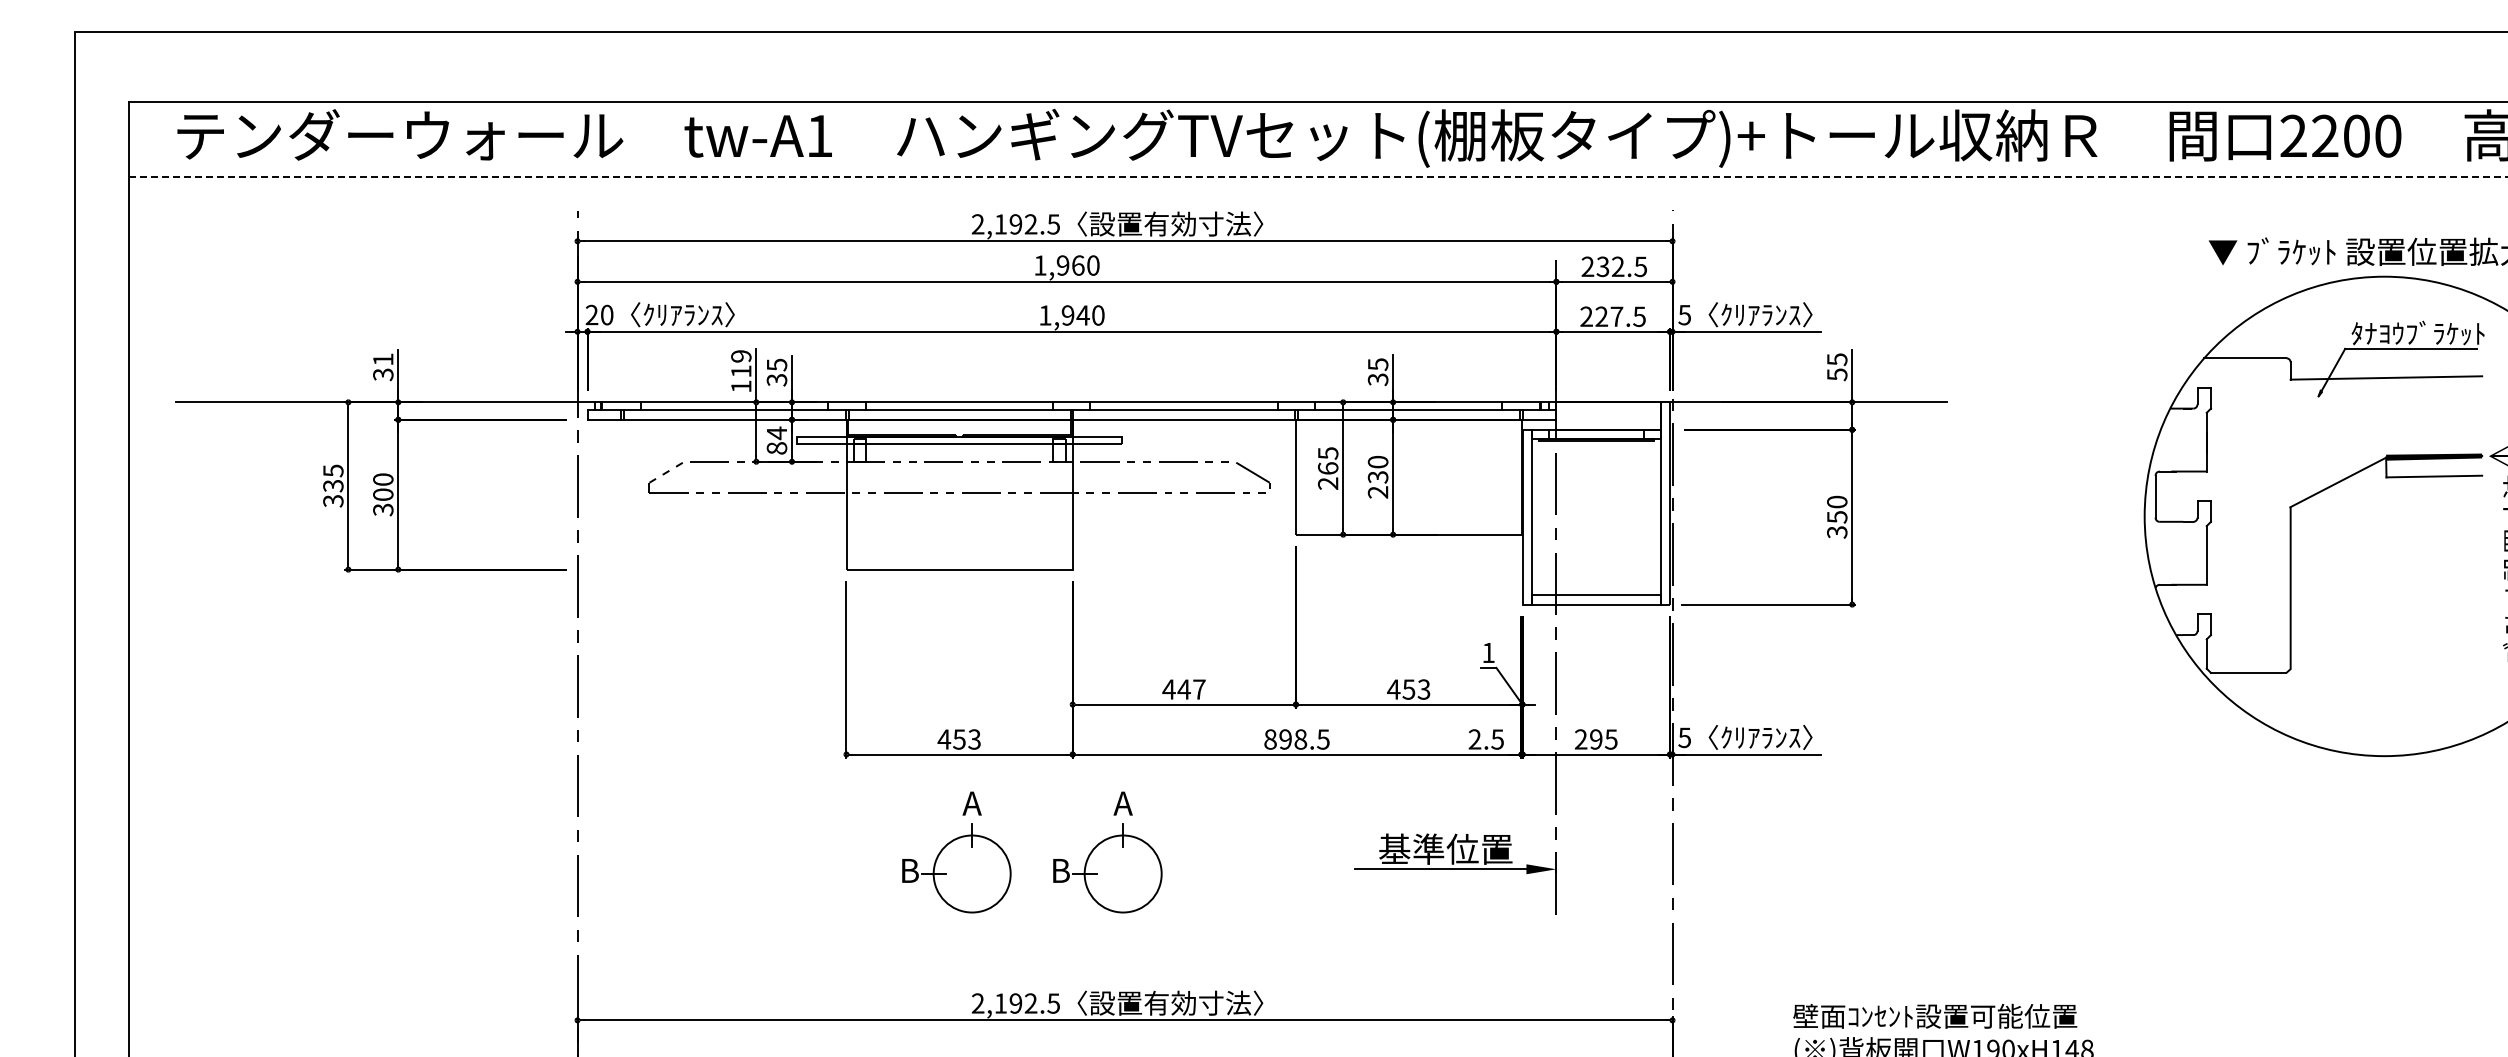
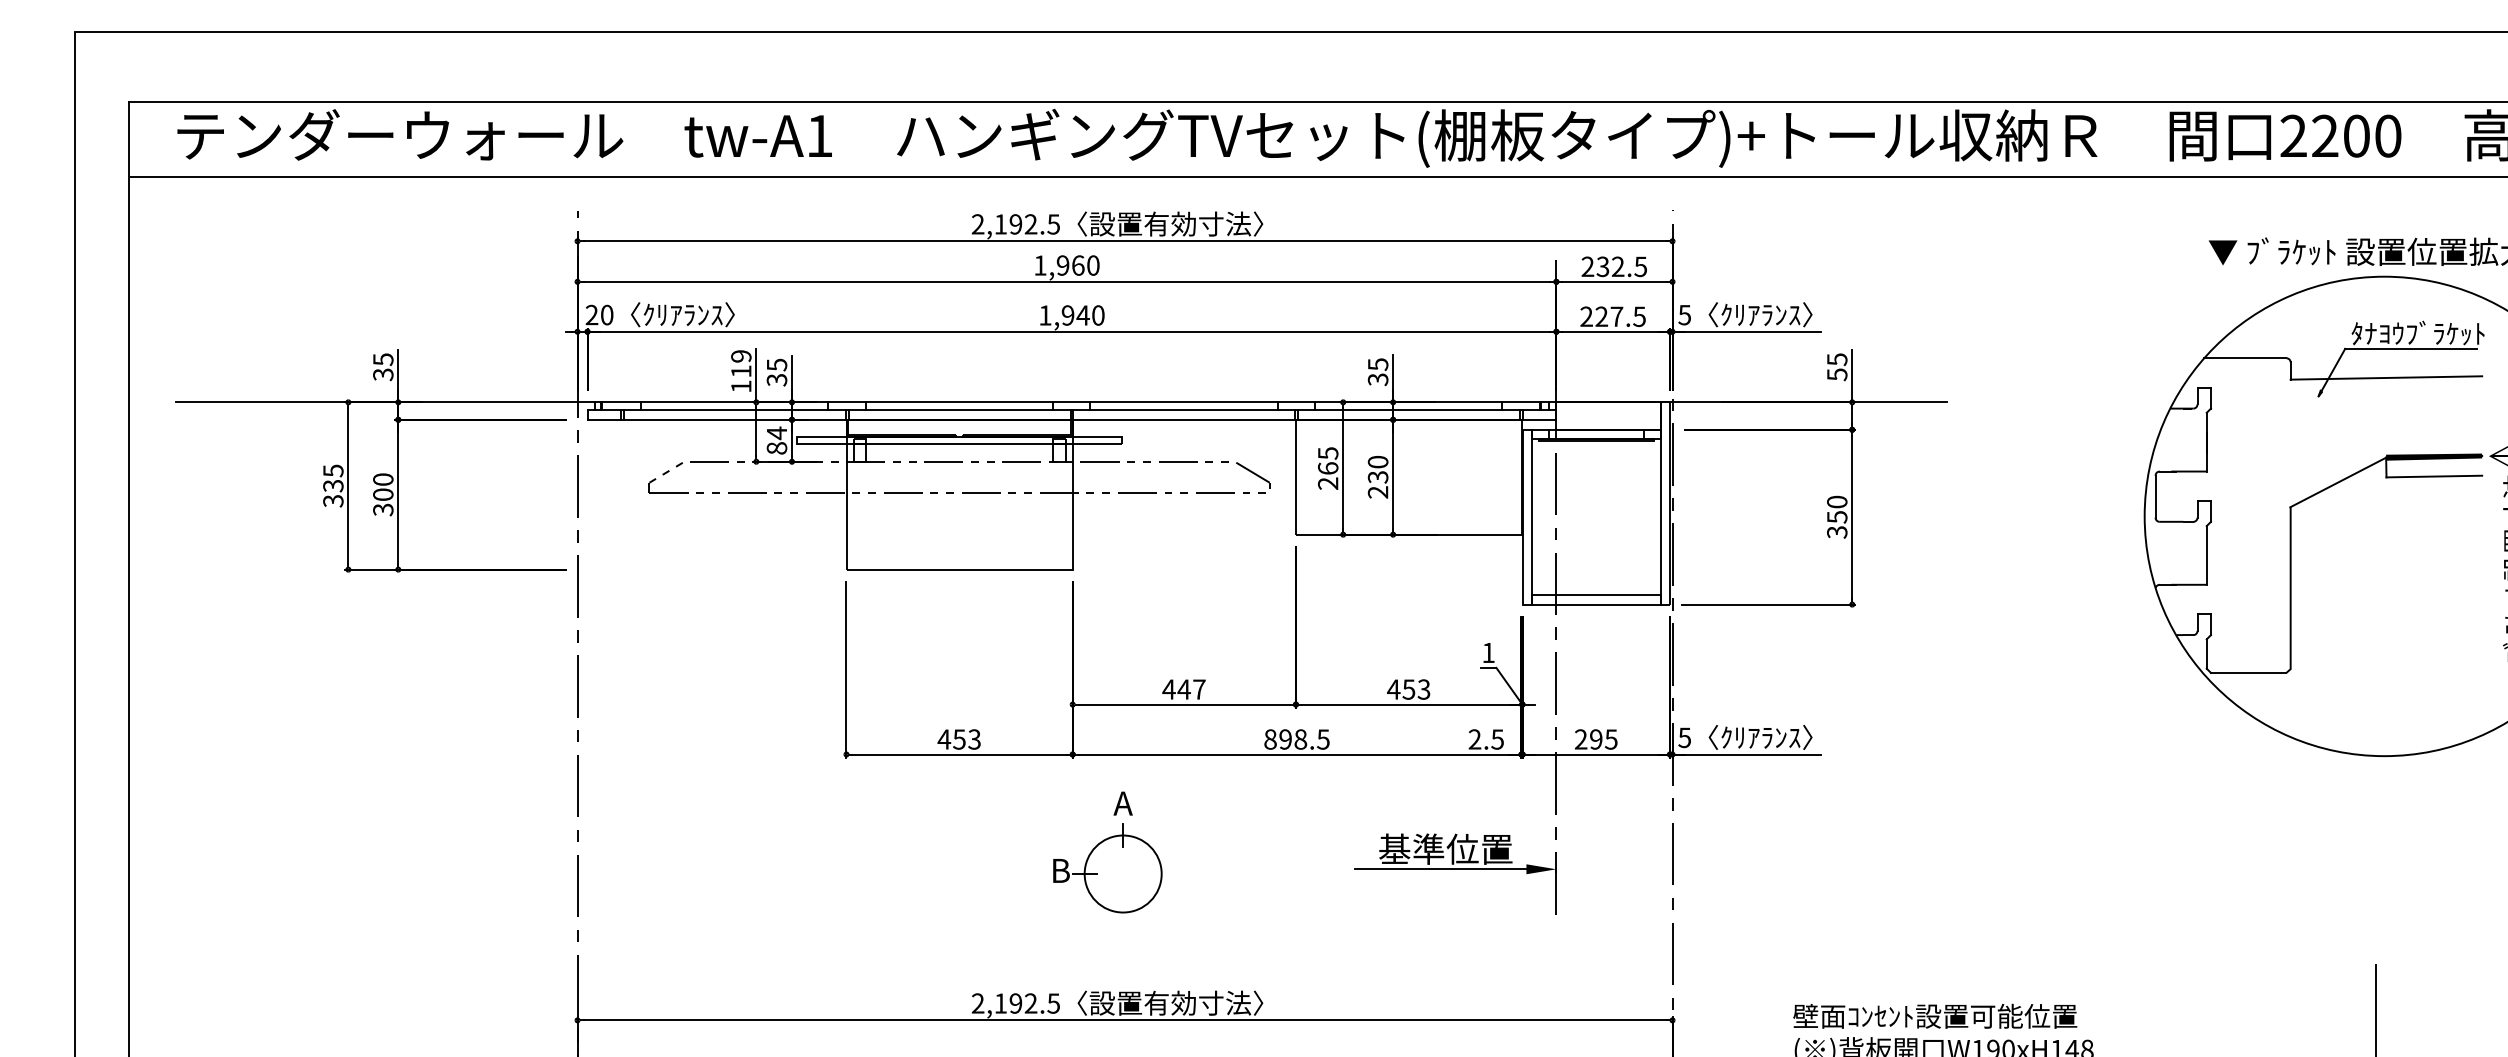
line at (1318, 176): dashed -> solid
text at (383, 359): 31 -> 35
part at (956, 852): present -> none
line at (2375, 1008): none -> present
